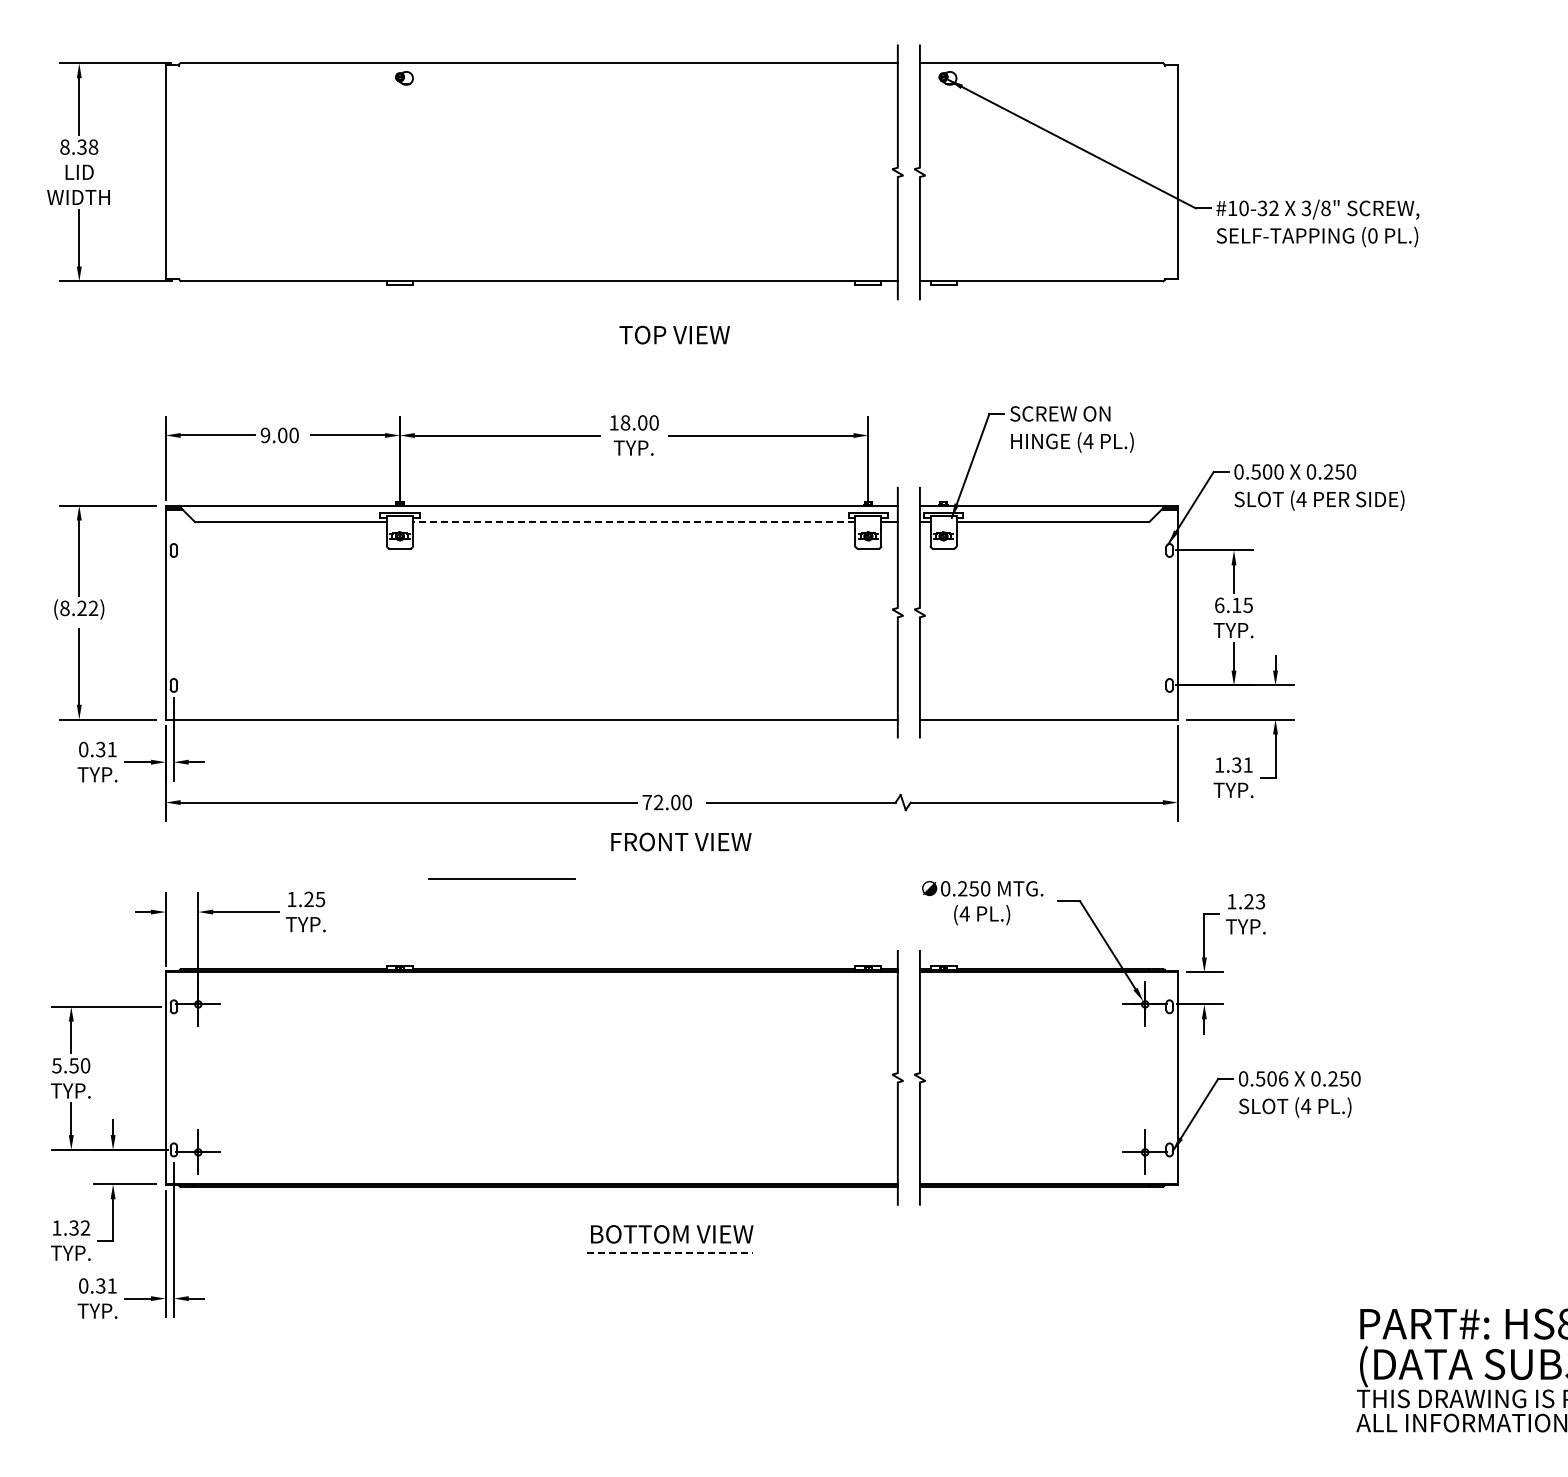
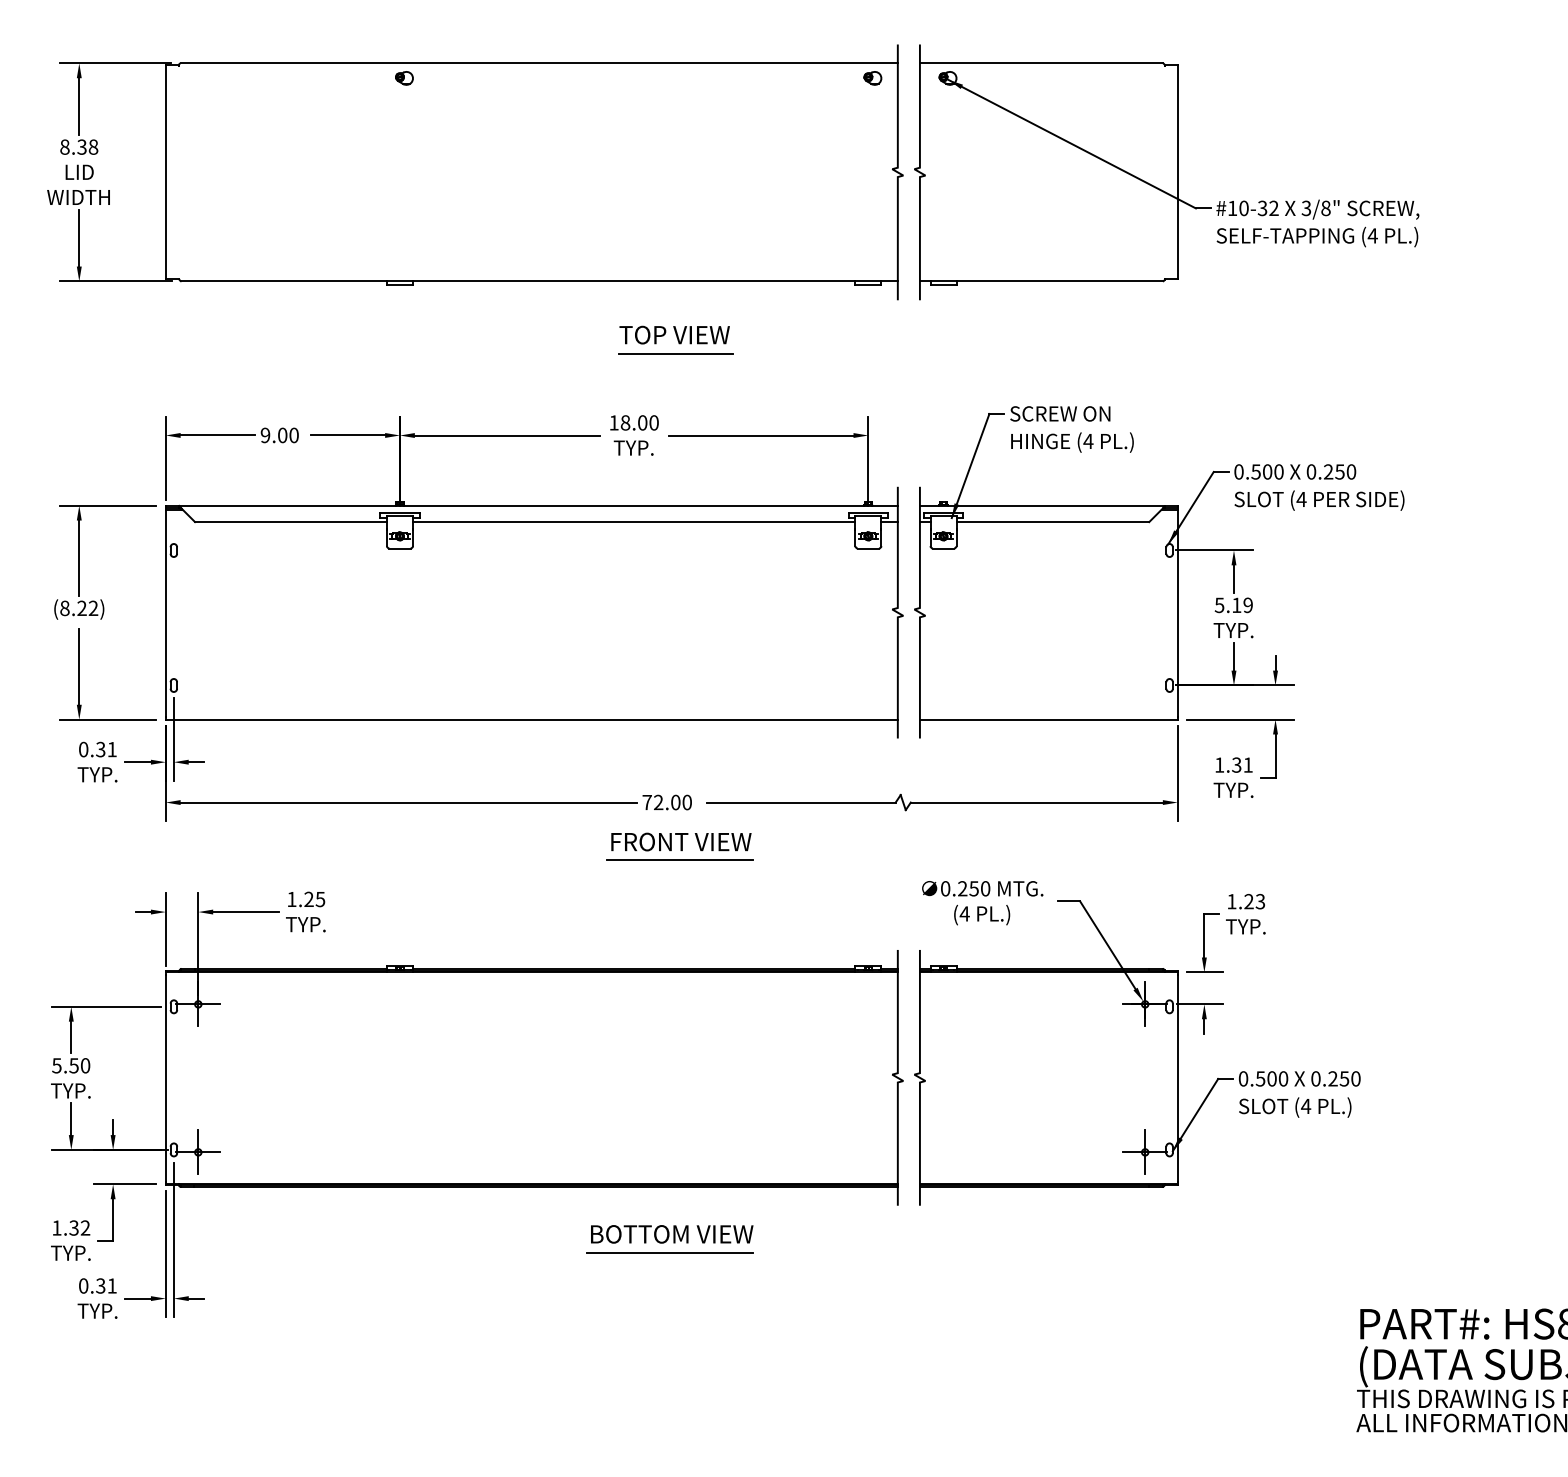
part at (872, 78): none -> present
text at (1372, 235): (0 -> (4
line at (675, 353): none -> present
line at (633, 522): dashed -> solid
text at (1233, 605): 6.15 -> 5.19
line at (501, 878) position: (501, 878) -> (679, 859)
text at (1283, 1078): 0.506 -> 0.500
line at (670, 1252): dashed -> solid
